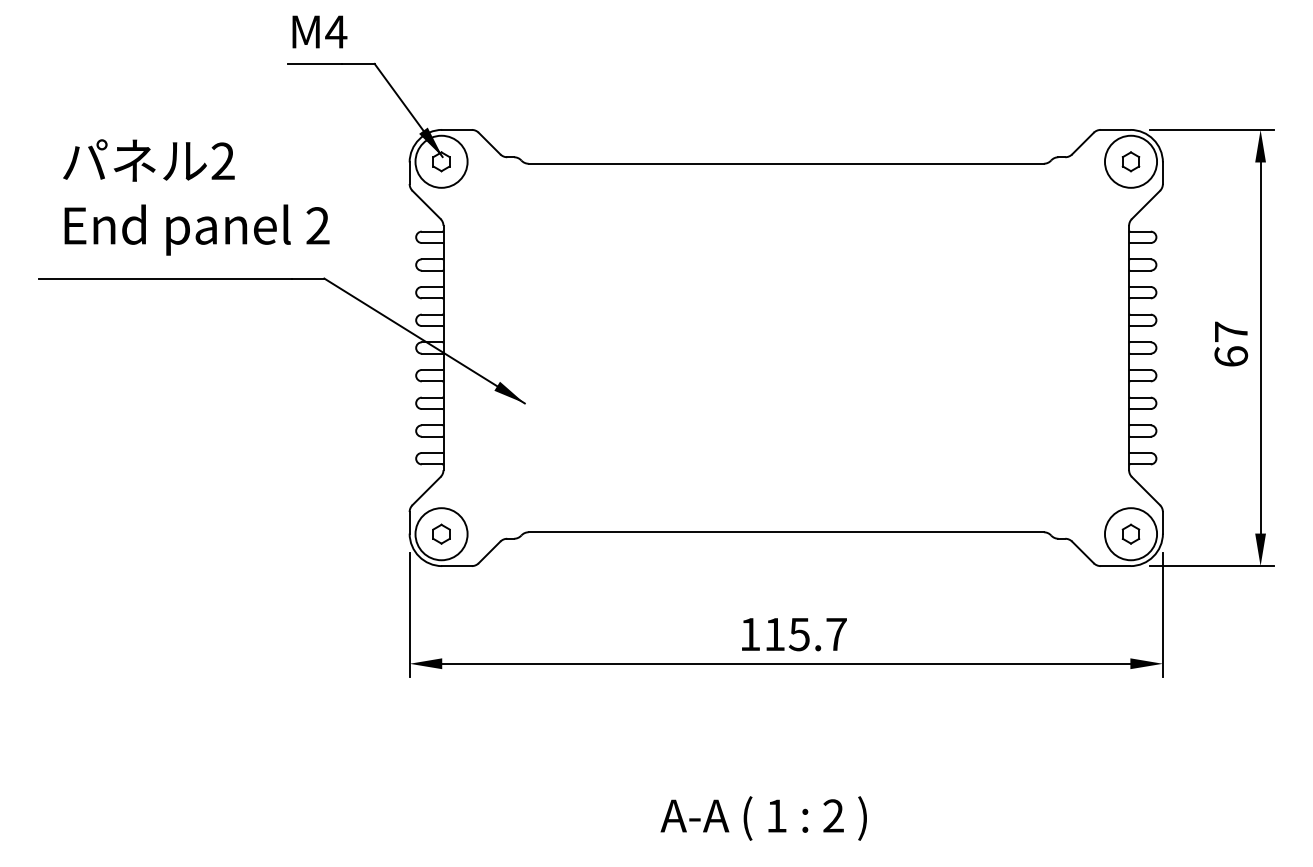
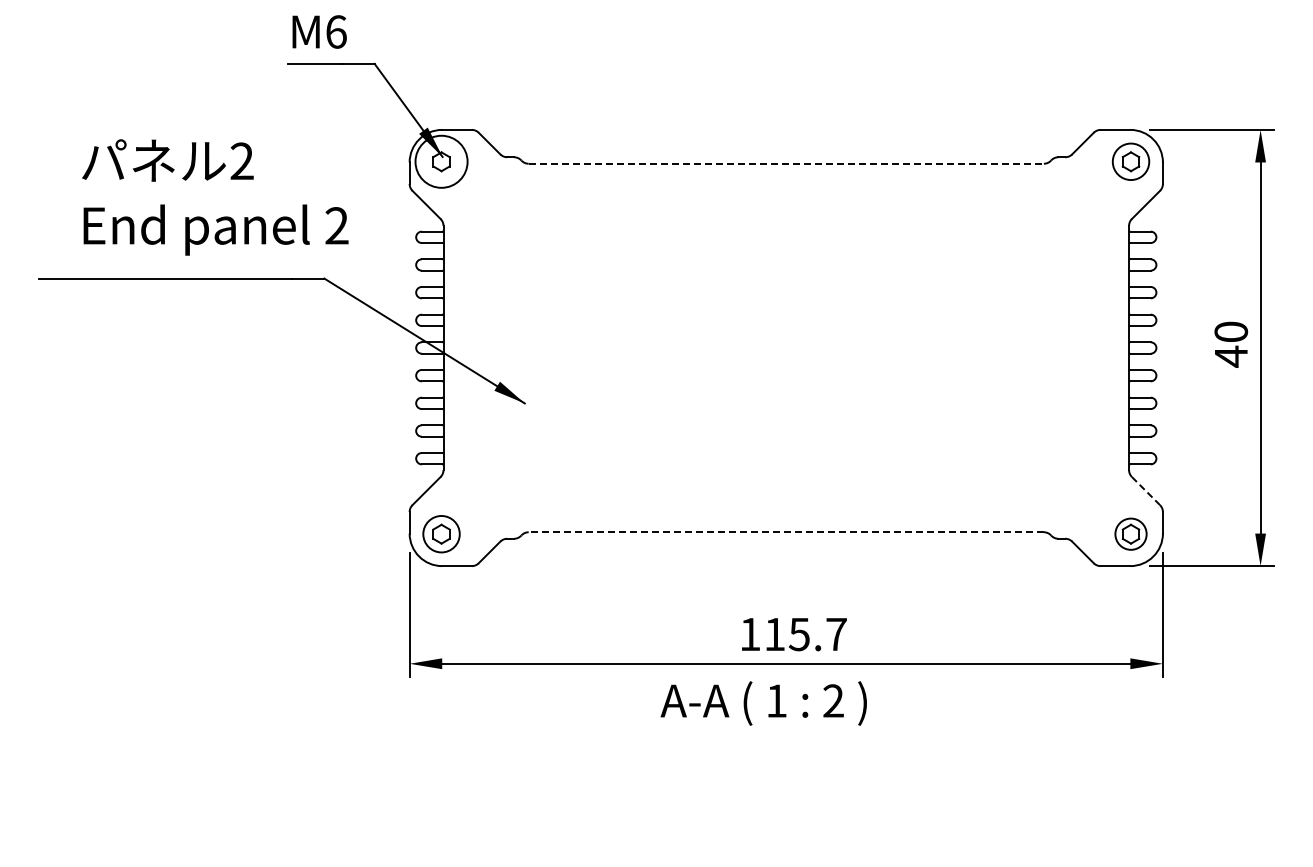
text at (336, 31): M4 -> M6
circle at (1130, 161) diameter: 52 px -> 36 px
line at (786, 163): solid -> dashed
text at (196, 197) position: (196, 197) -> (215, 197)
text at (1231, 344): 67 -> 40
line at (1146, 491): solid -> dashed
line at (786, 532): solid -> dashed
circle at (441, 534) diameter: 52 px -> 36 px
circle at (1130, 534) diameter: 52 px -> 31 px
text at (763, 818) position: (763, 818) -> (763, 703)
